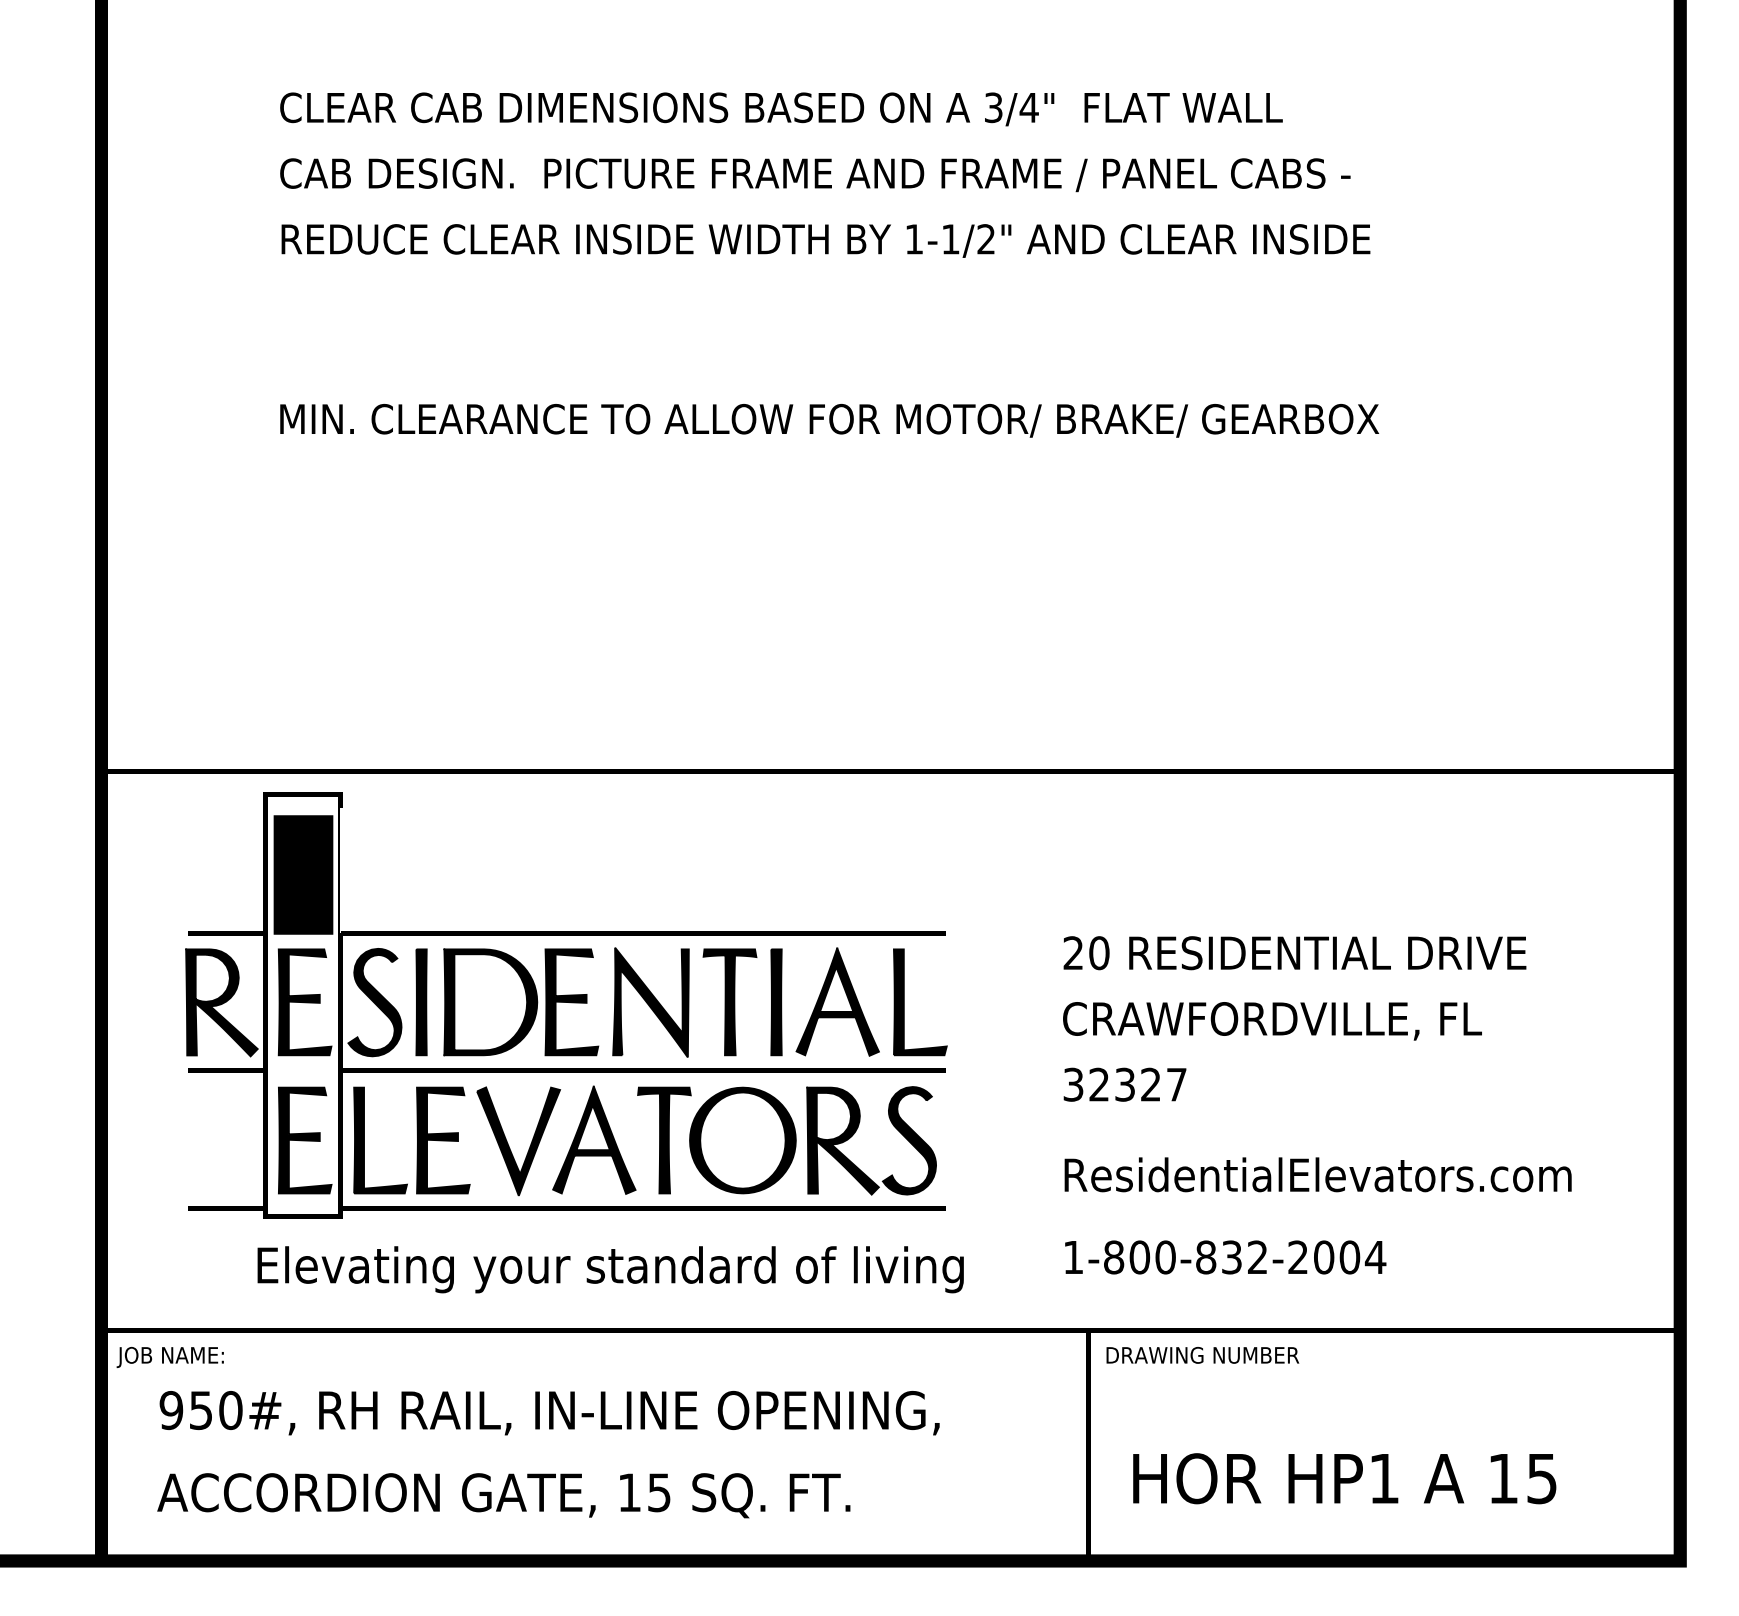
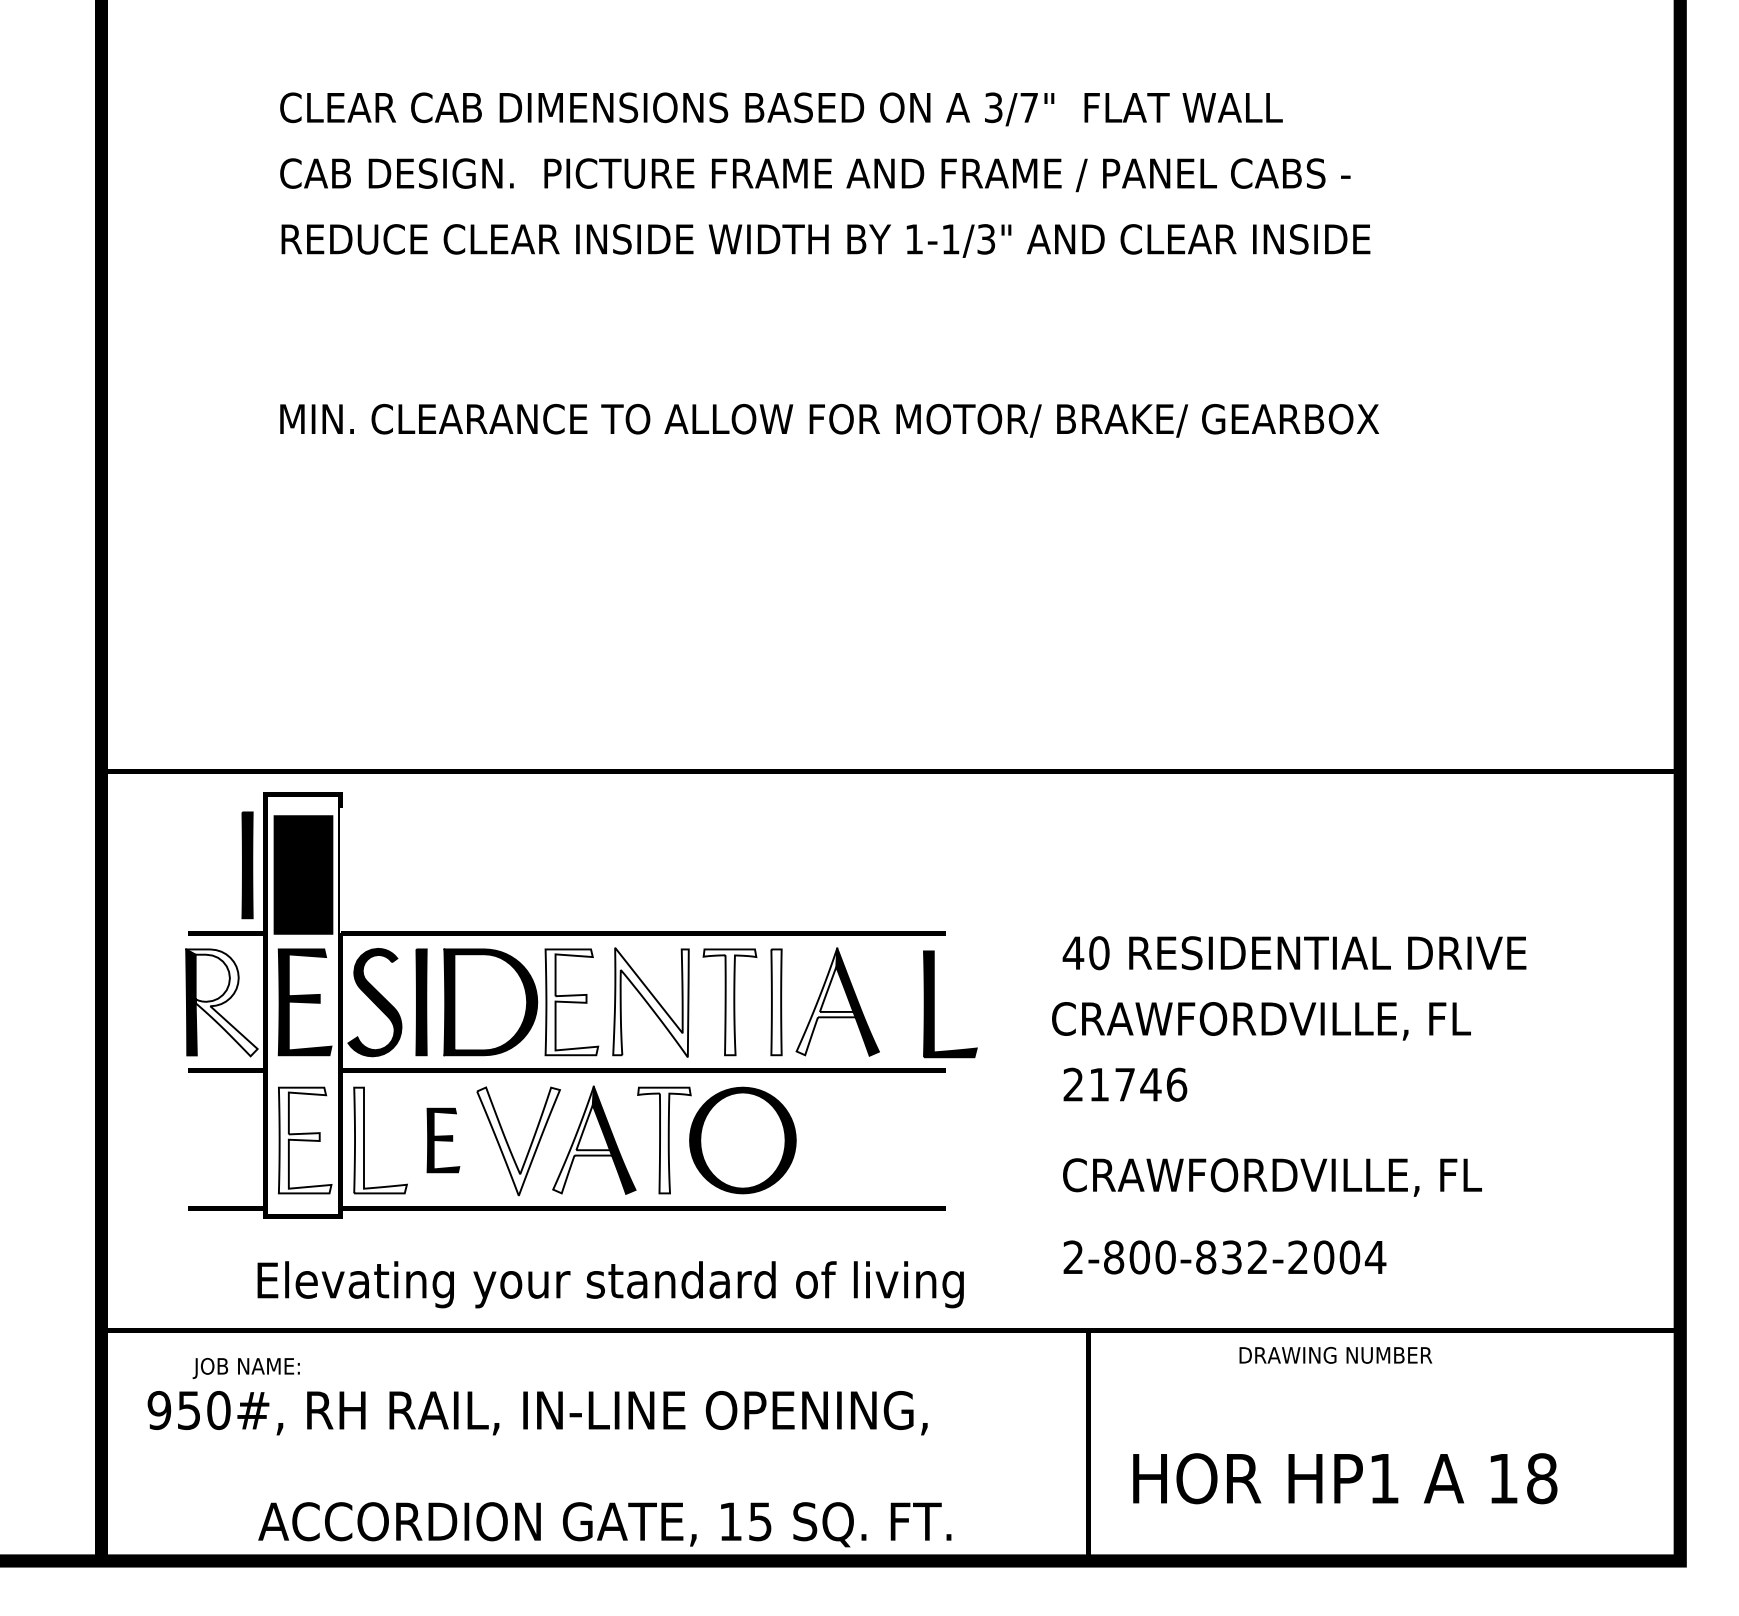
text at (1028, 107): 3/4" -> 3/7"
text at (986, 239): 1-1/2" -> 1-1/3"
part at (247, 865): none -> present
text at (1073, 952): 20 -> 40
fill at (825, 1001): present -> none
fill at (221, 1002): present -> none
fill at (571, 1002): present -> none
fill at (650, 1002): present -> none
fill at (729, 1002): present -> none
fill at (776, 1002): present -> none
part at (904, 1002) position: (904, 1002) -> (934, 1004)
text at (1272, 1021) position: (1272, 1021) -> (1261, 1021)
text at (1125, 1084): 32327 -> 21746
part at (856, 1131): present -> none
fill at (582, 1139): present -> none
fill at (304, 1140): present -> none
fill at (380, 1140): present -> none
part at (443, 1140) size: 55x109 px -> 35x67 px
fill at (664, 1140): present -> none
fill at (518, 1141): present -> none
text at (1317, 1176): ResidentialElevators.com -> CRAWFORDVILLE, FL
text at (1072, 1256): 1-800-832-2004 -> 2-800-832-2004
text at (610, 1269) position: (610, 1269) -> (610, 1284)
text at (1202, 1355) position: (1202, 1355) -> (1335, 1355)
text at (169, 1357) position: (169, 1357) -> (245, 1368)
text at (549, 1413) position: (549, 1413) -> (537, 1413)
text at (1542, 1478): 15 -> 18
text at (503, 1495) position: (503, 1495) -> (604, 1524)
